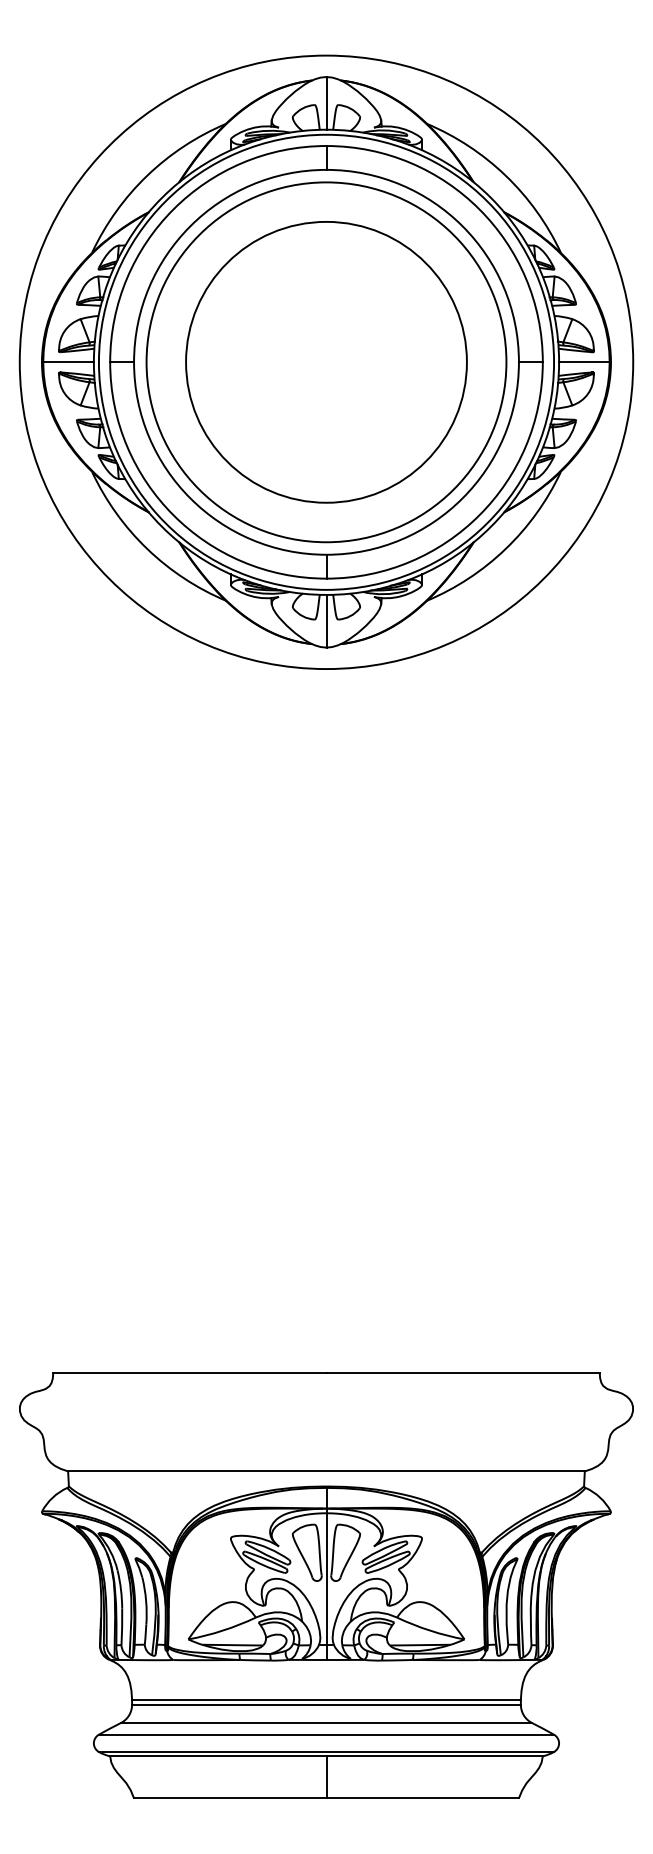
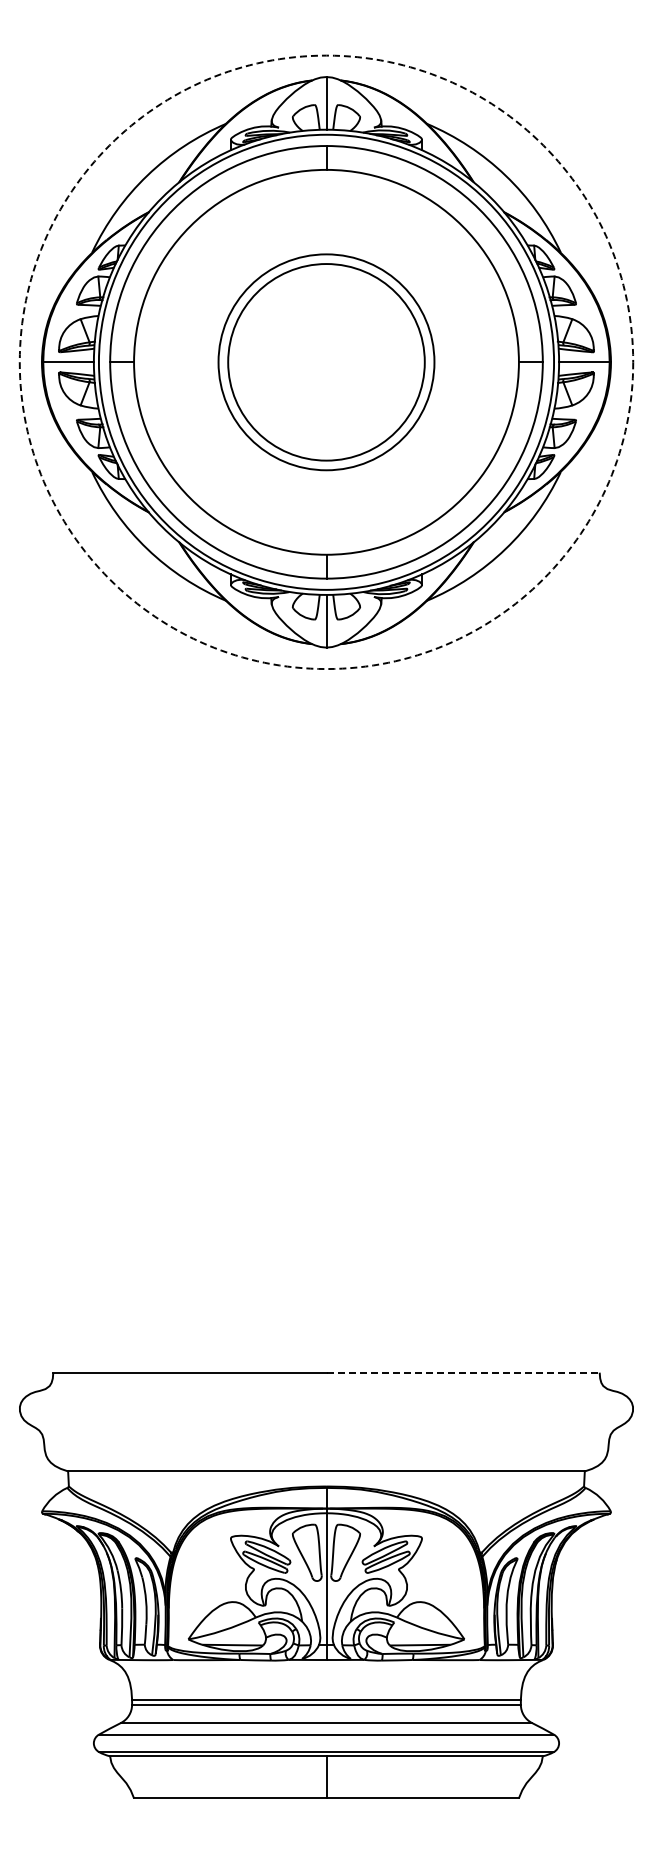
circle at (326, 361) diameter: 281 px -> 197 px
circle at (326, 362) diameter: 360 px -> 216 px
circle at (326, 362): solid -> dashed
line at (463, 1372): solid -> dashed
